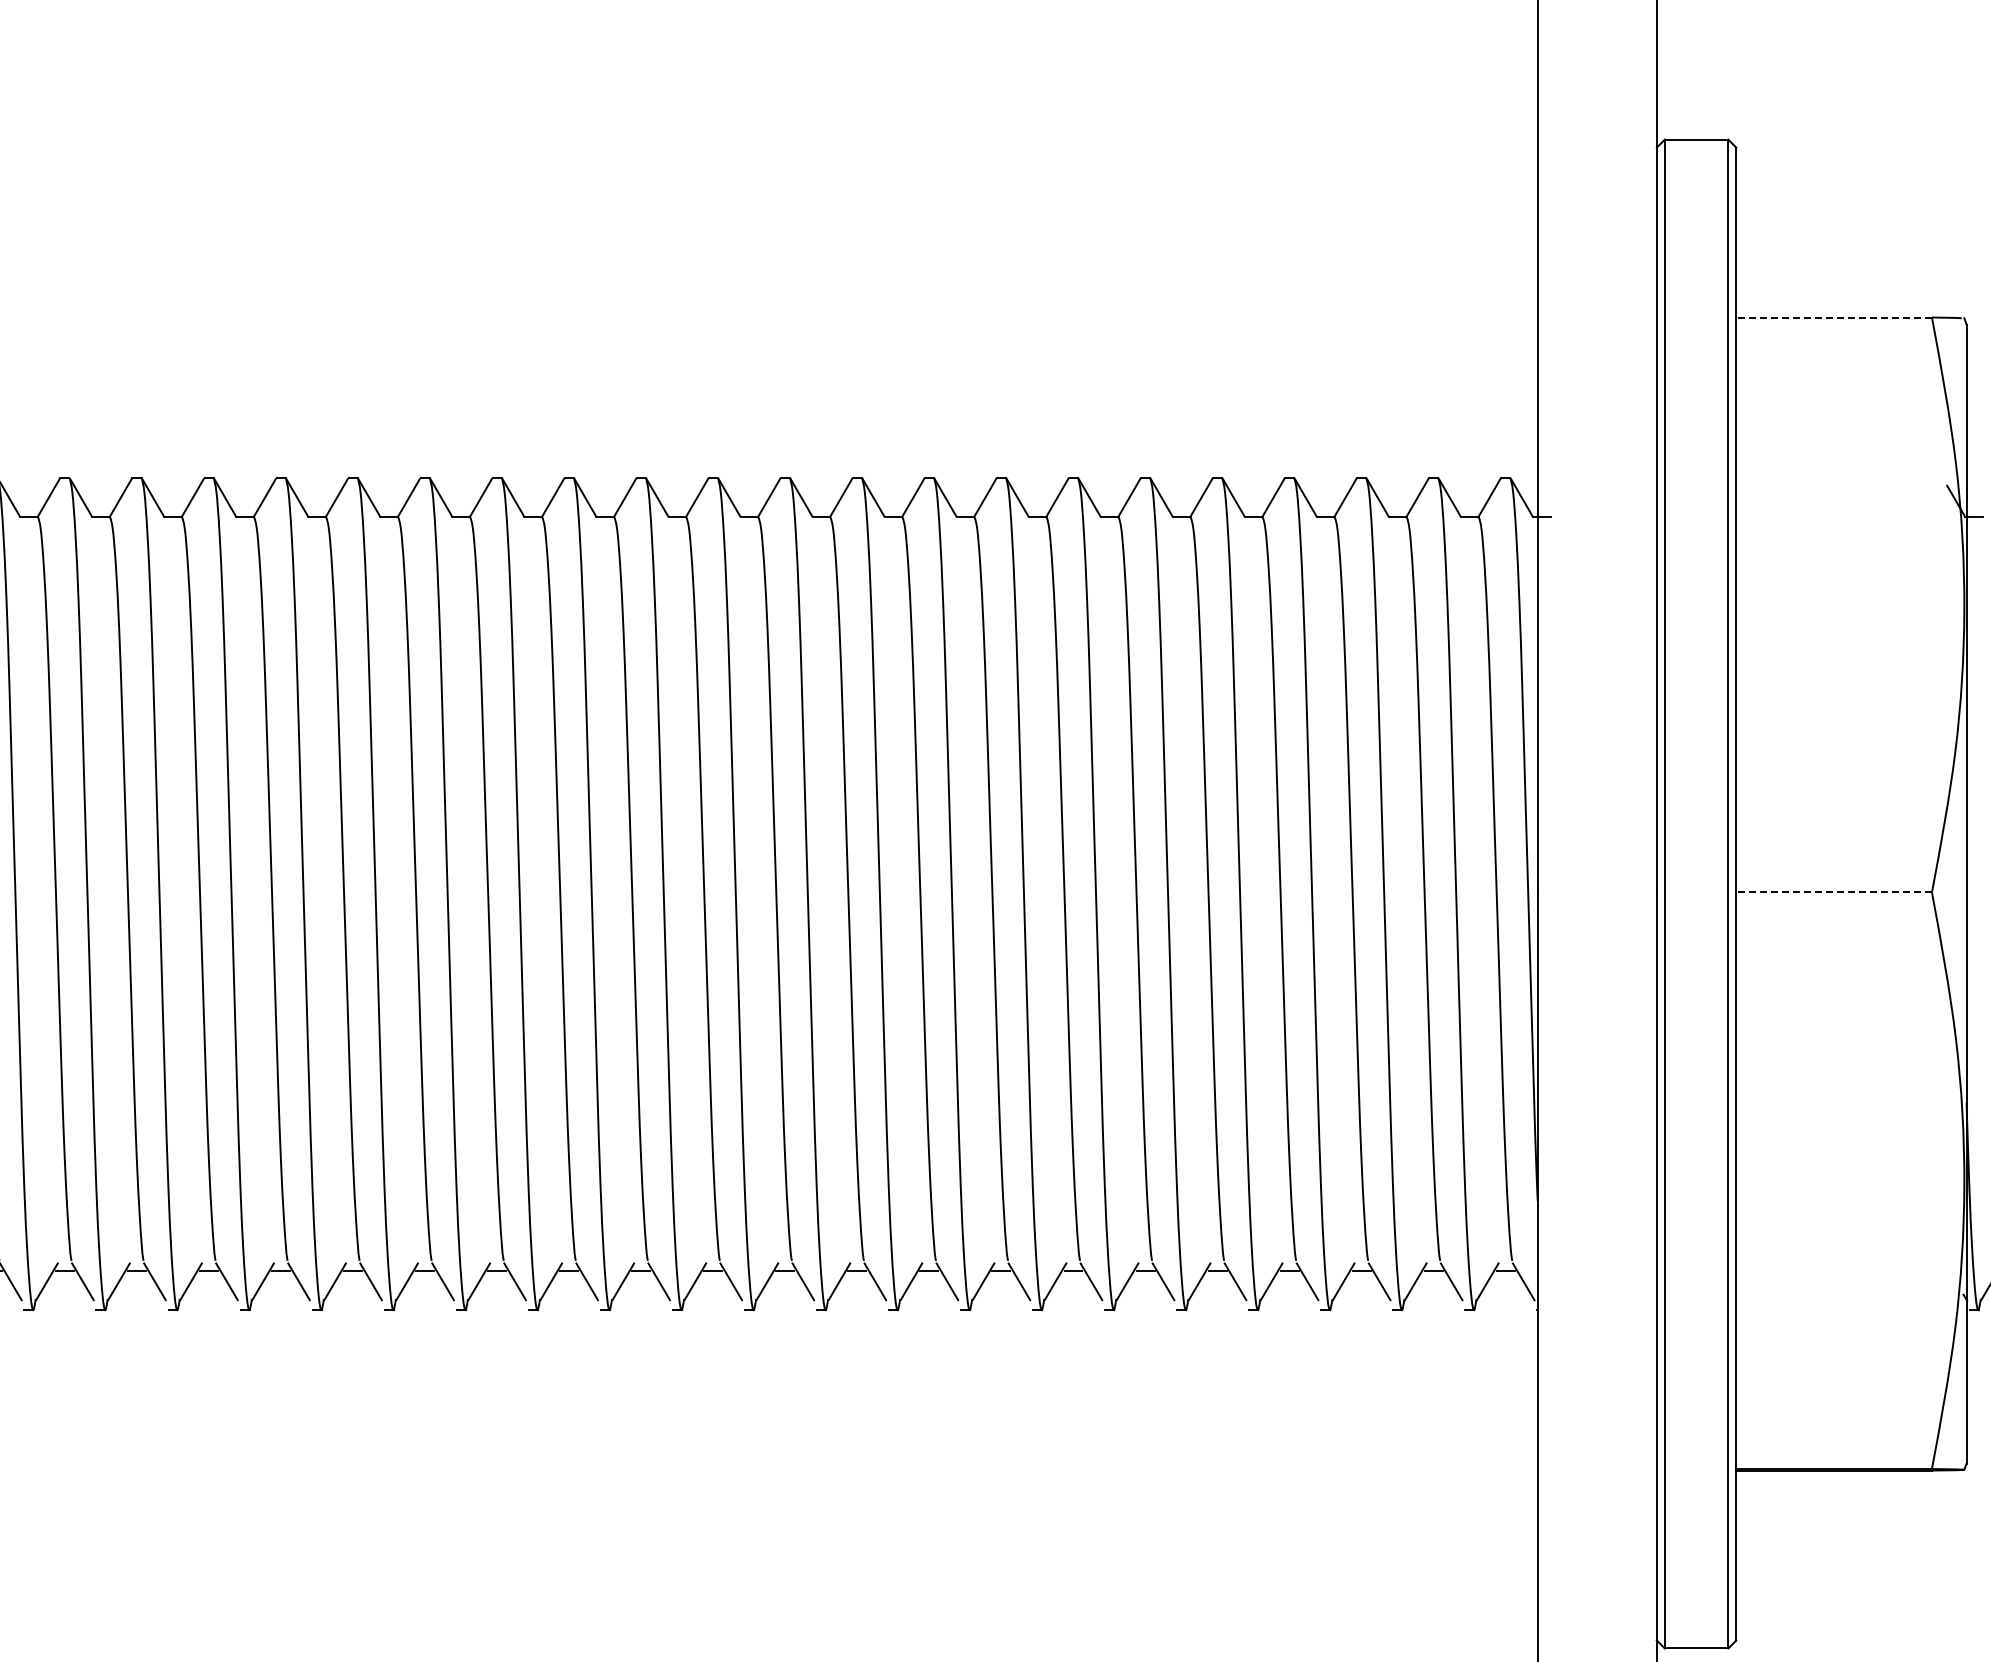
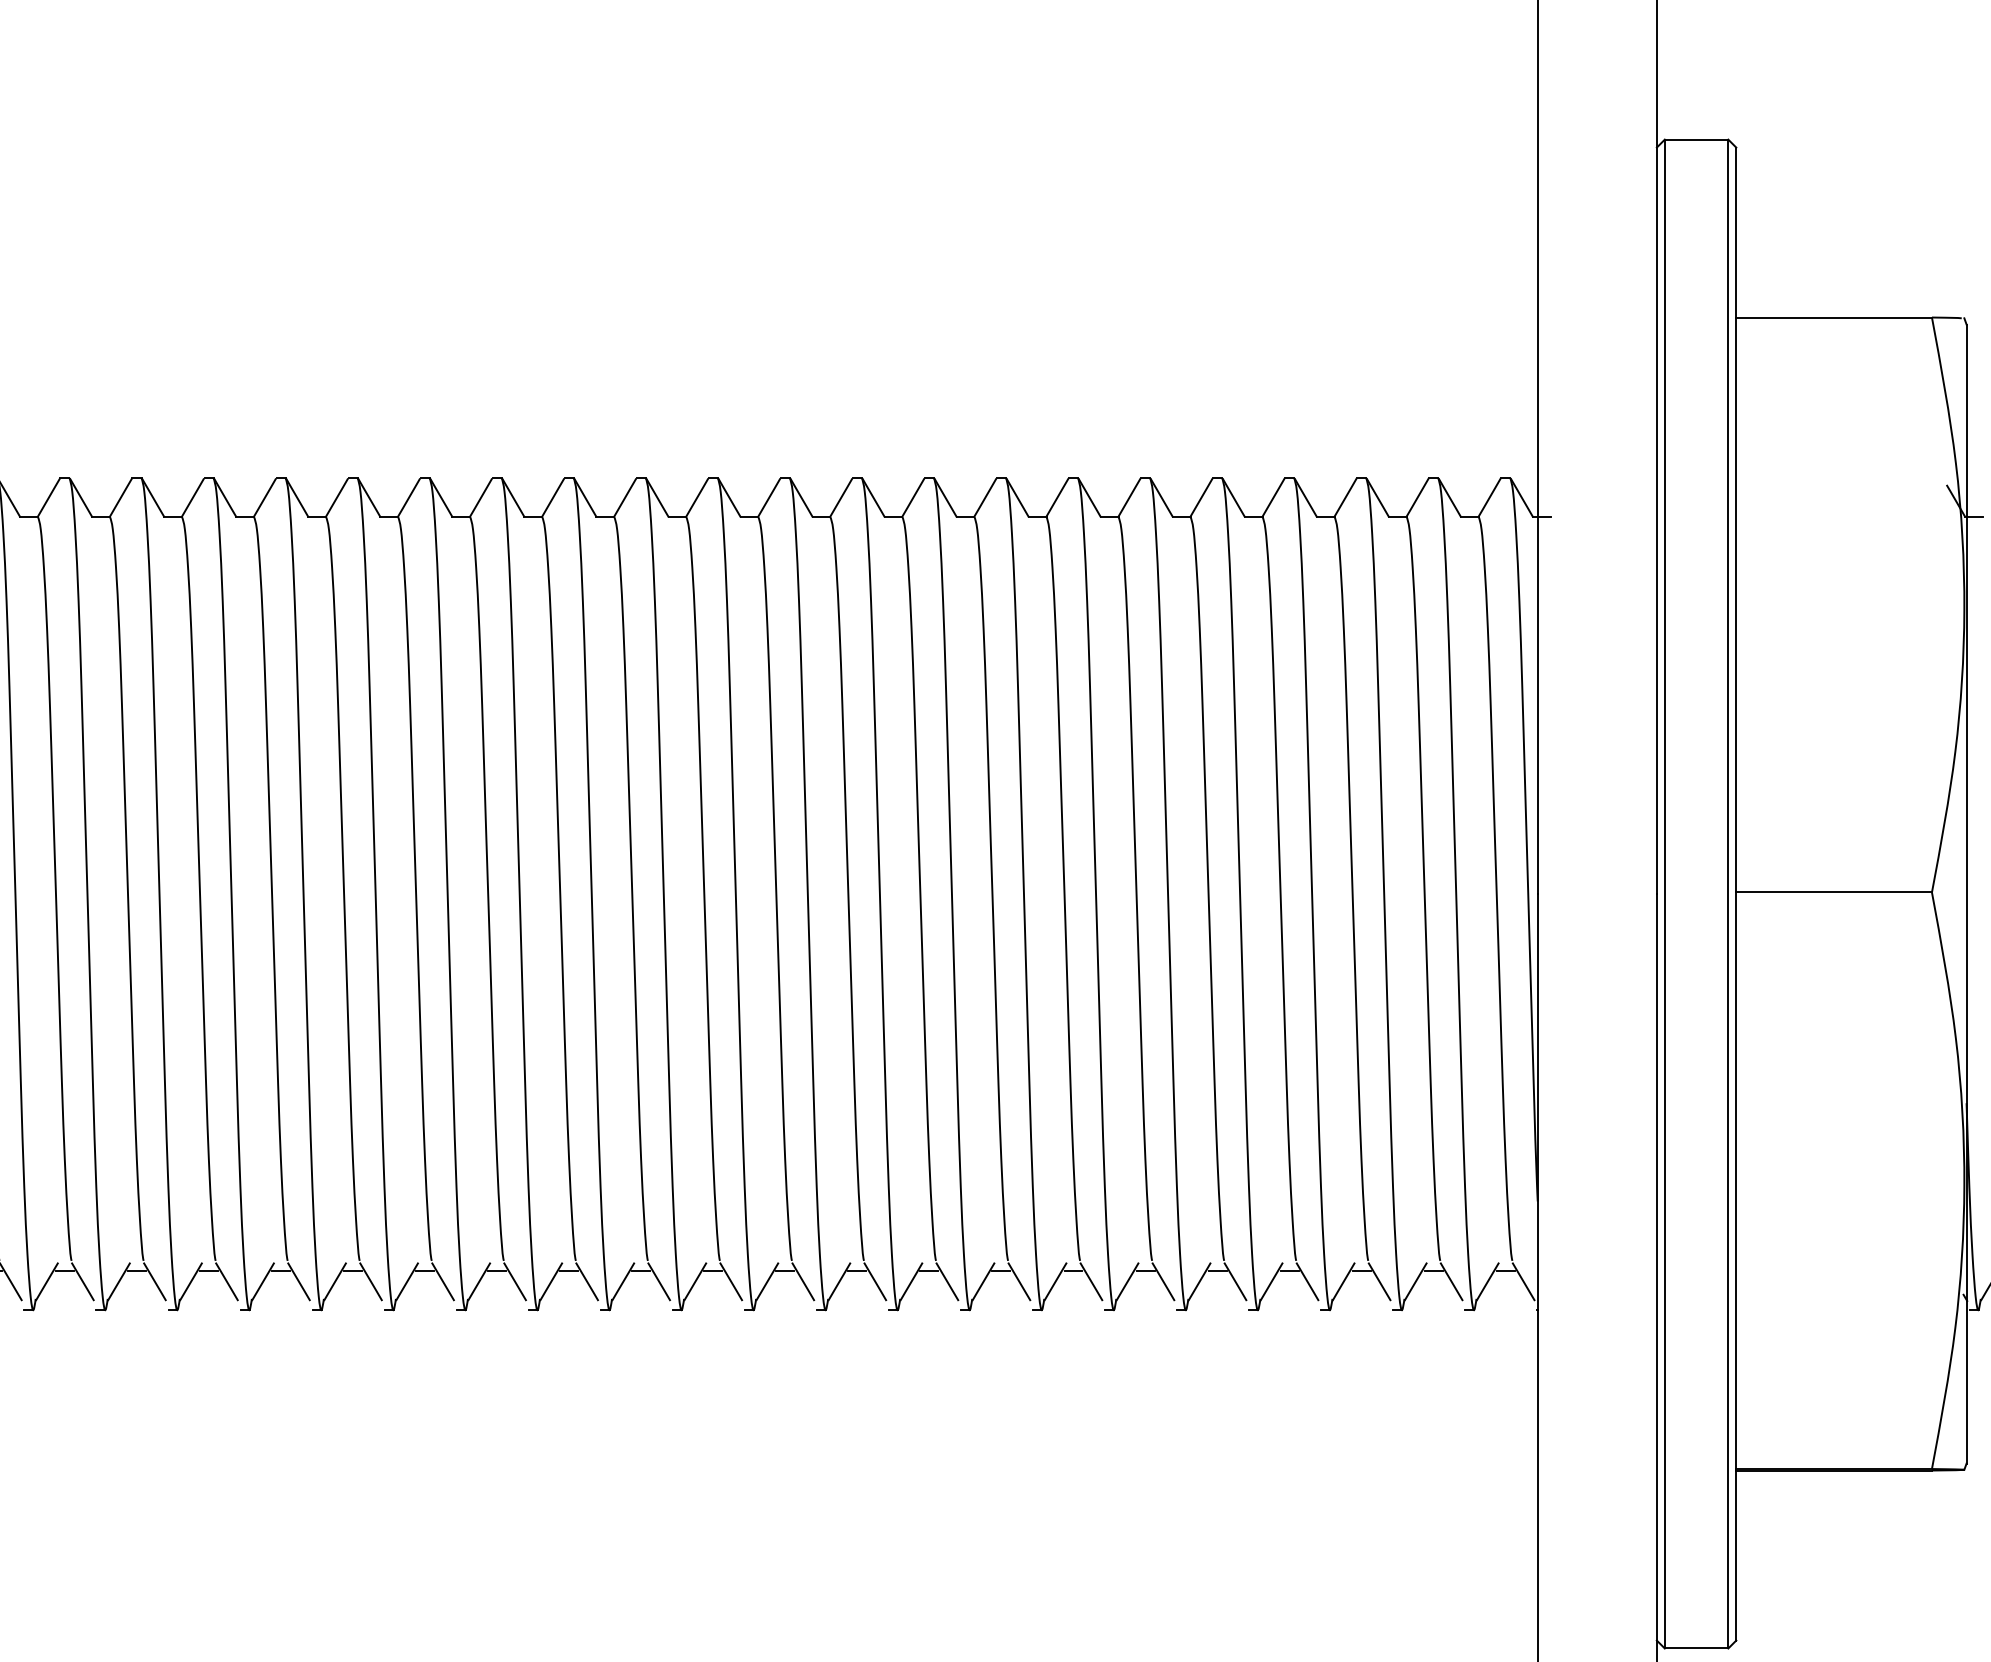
line at (1834, 317): dashed -> solid
line at (1834, 892): dashed -> solid
